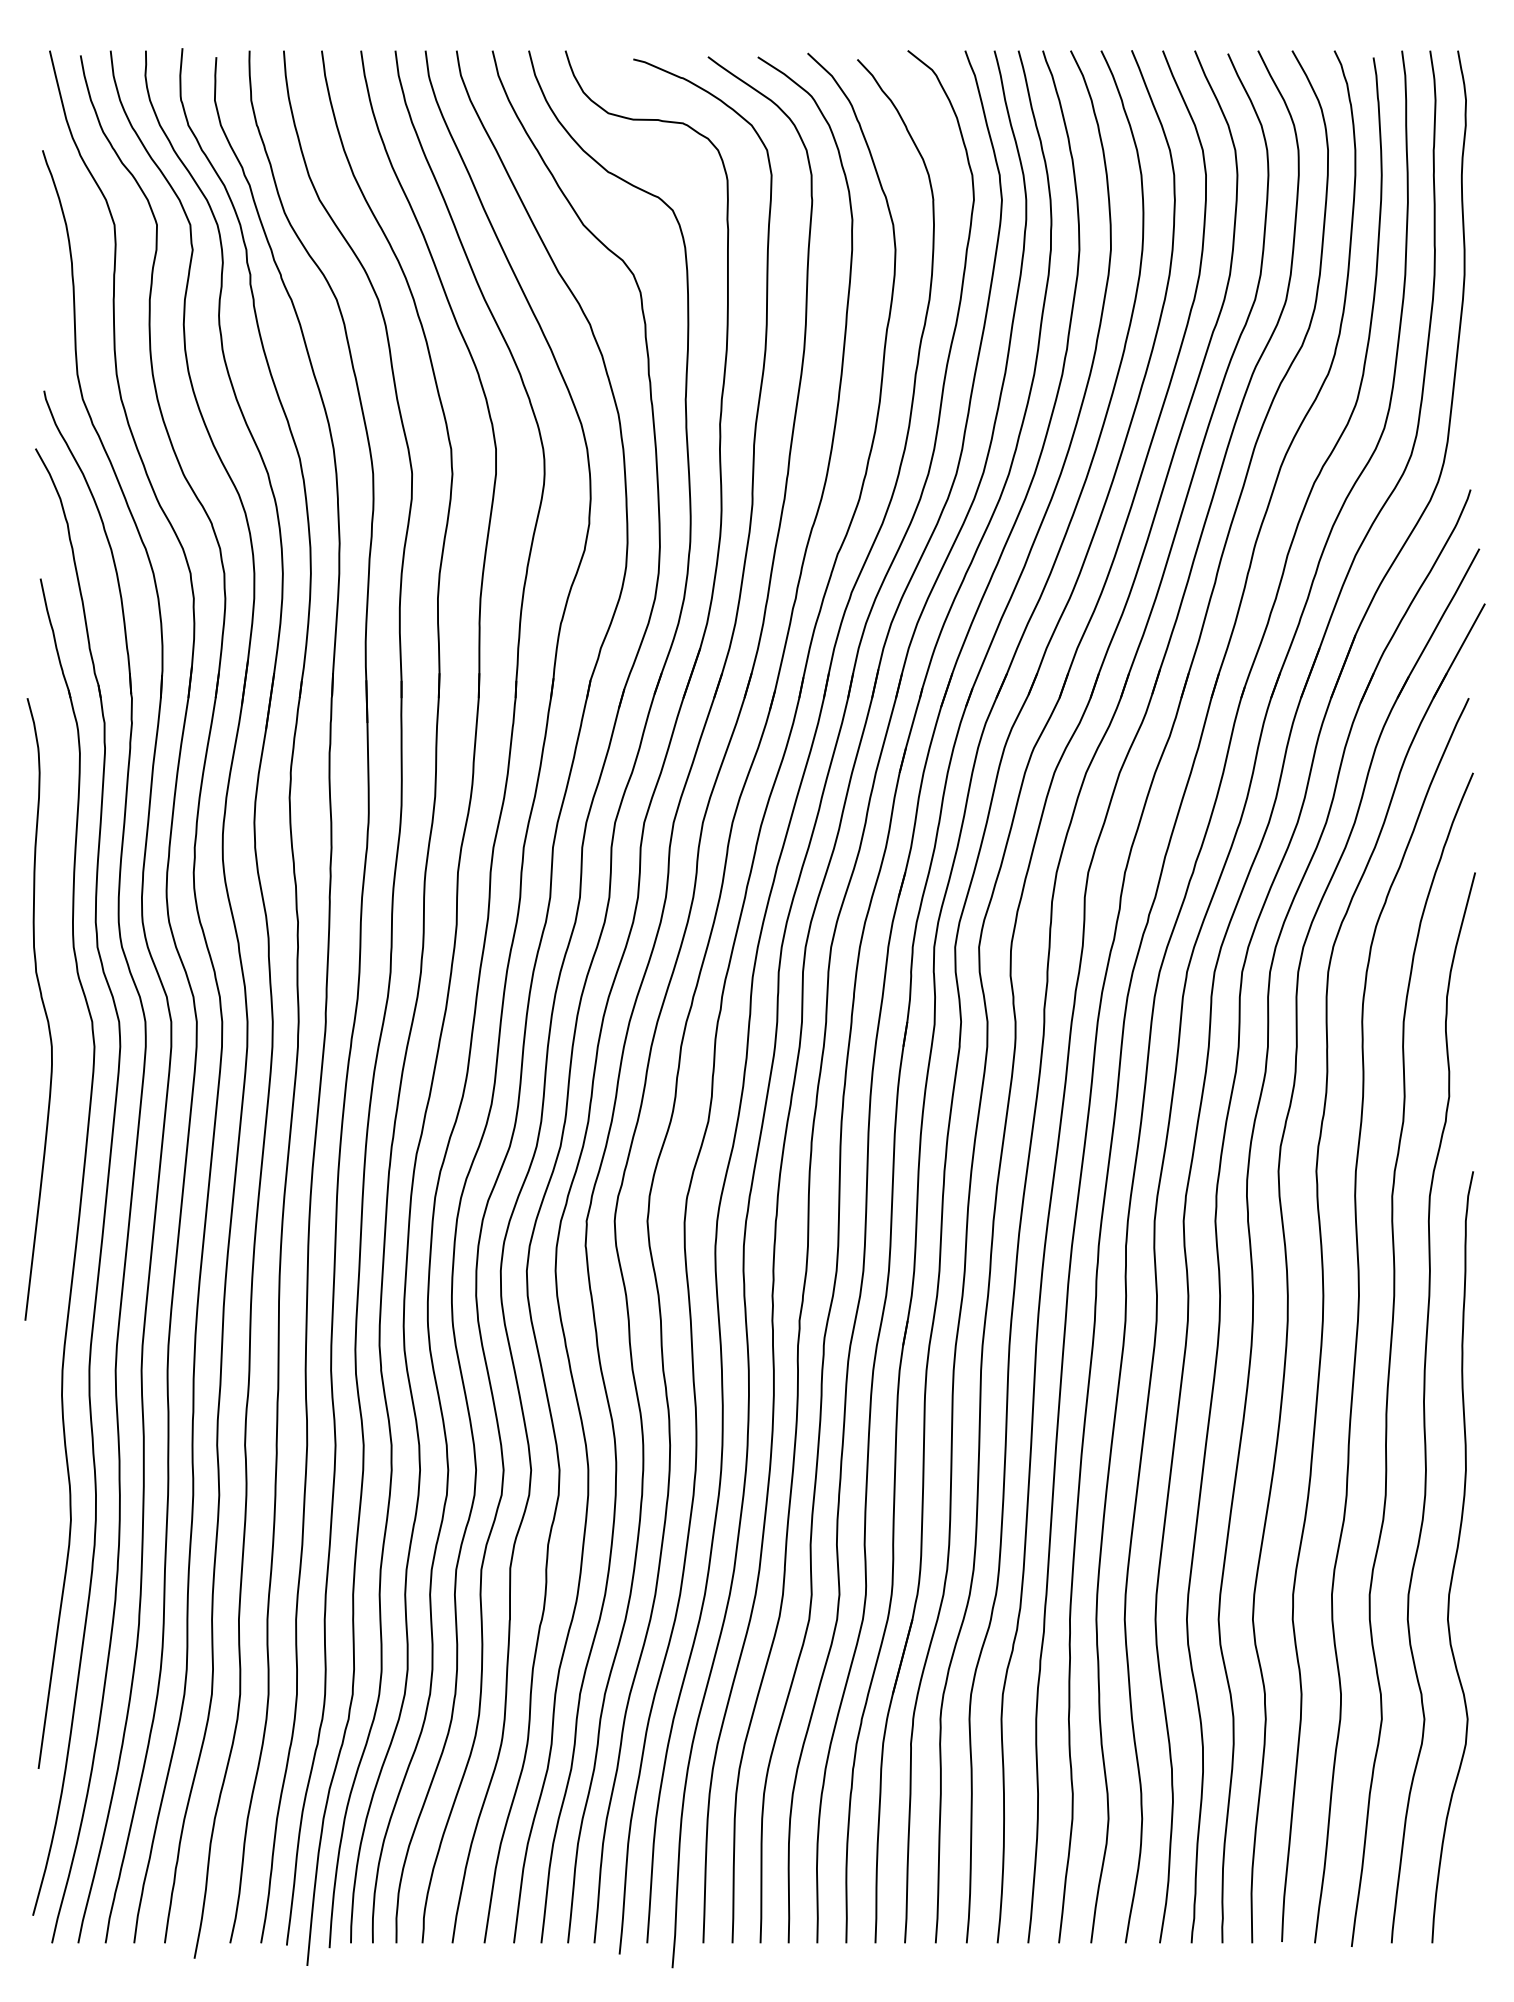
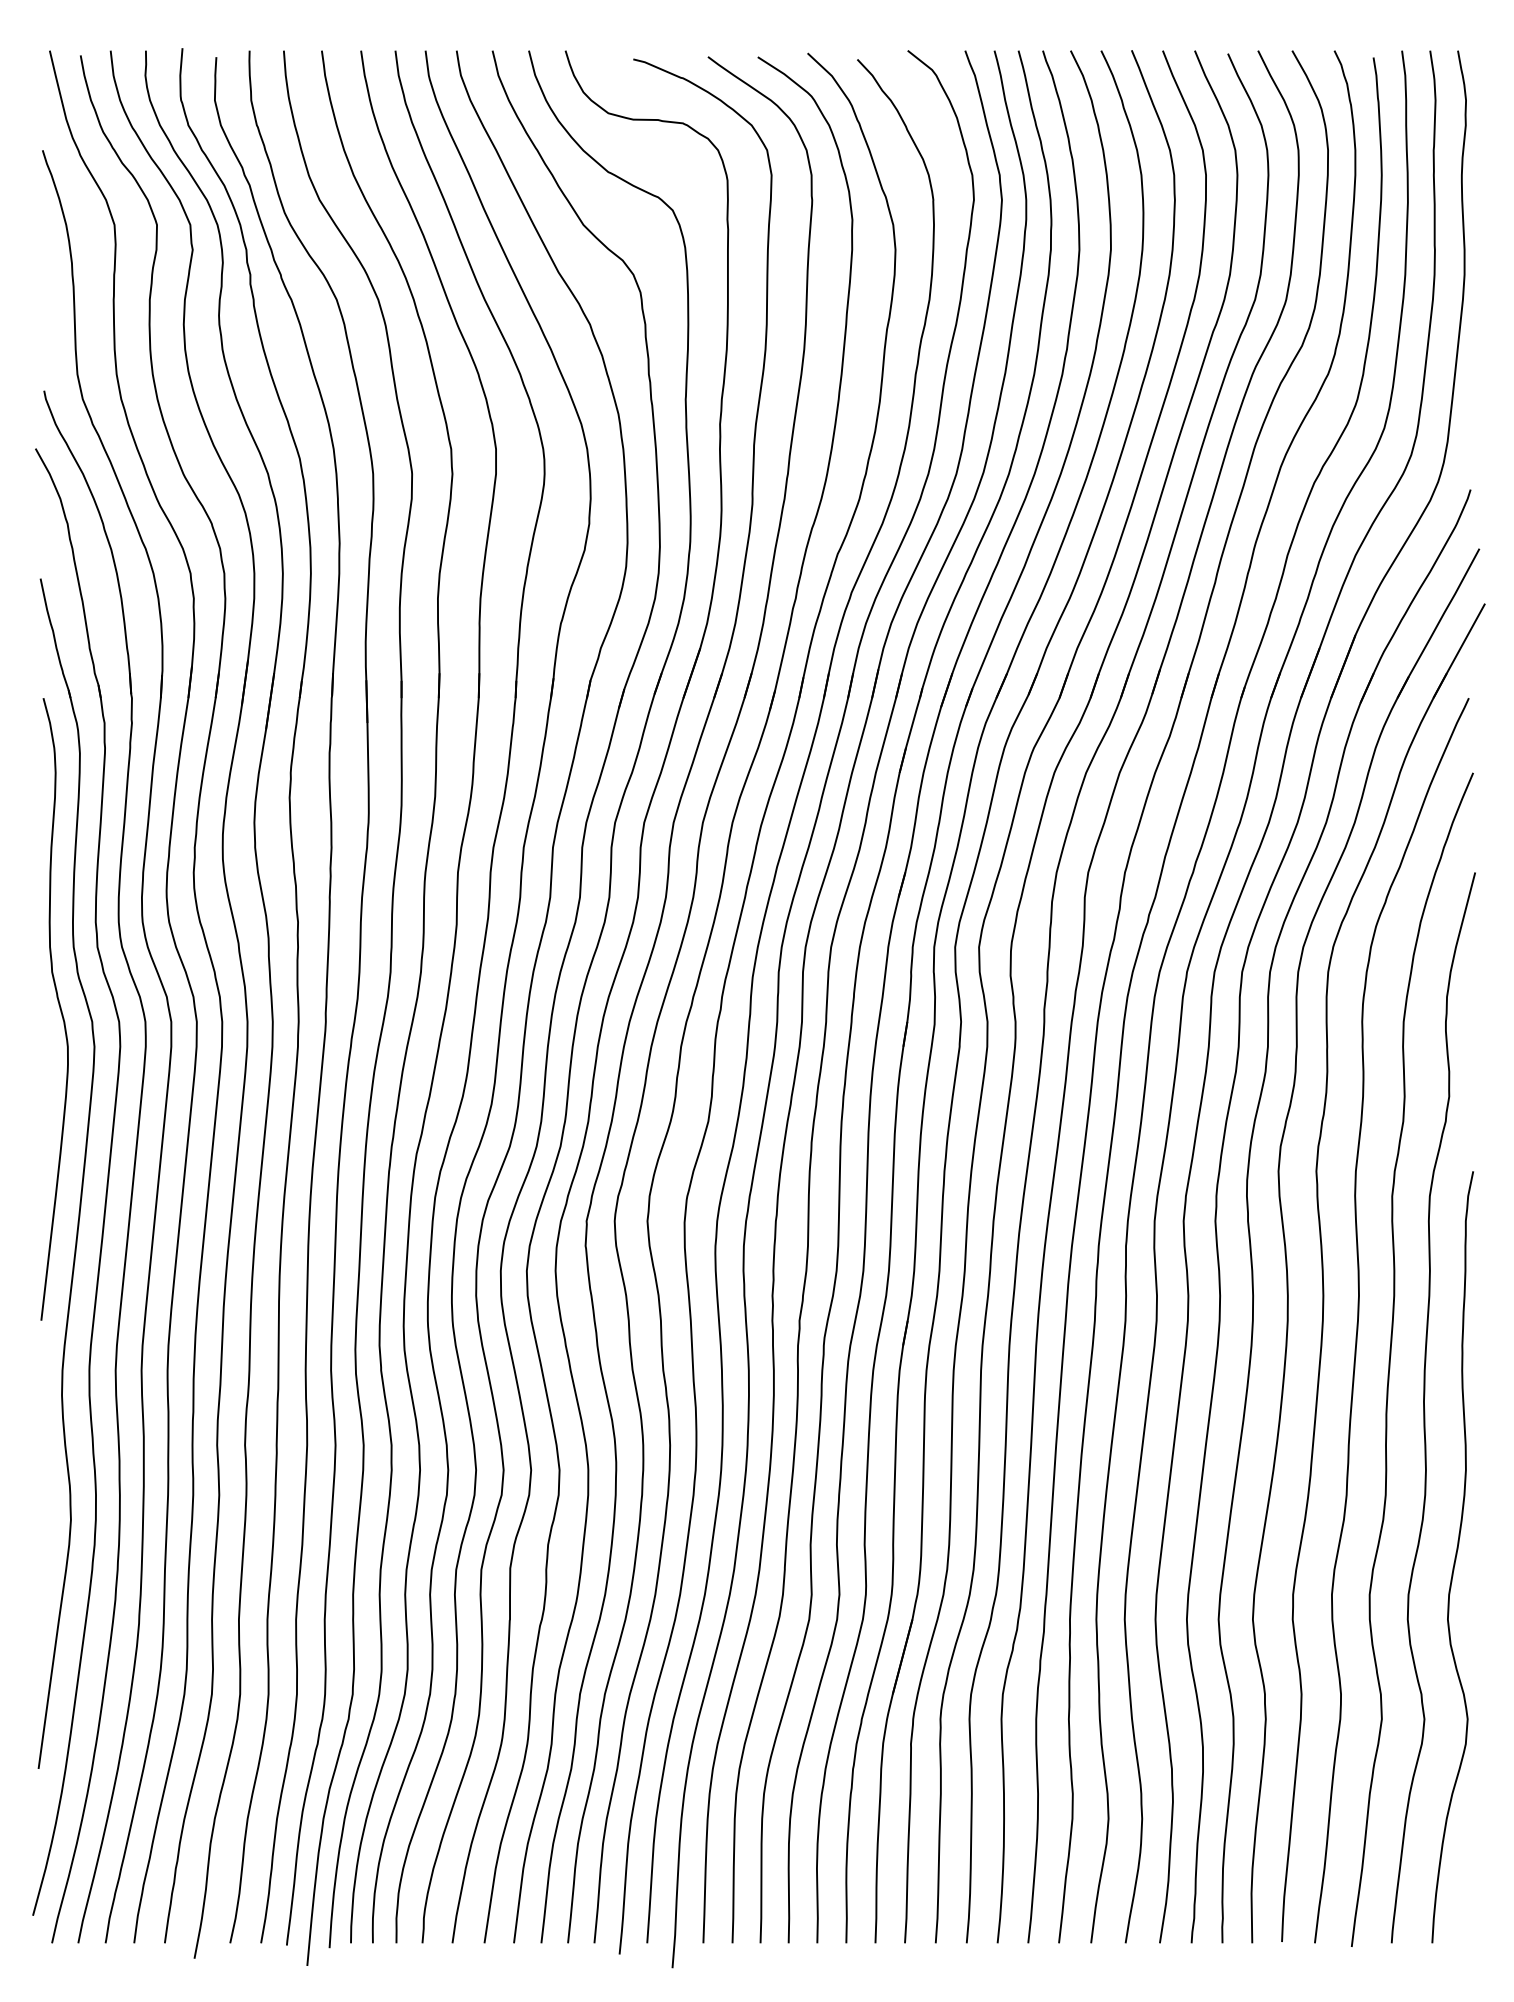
curve at (43, 1008) position: (43, 1008) -> (59, 1008)
